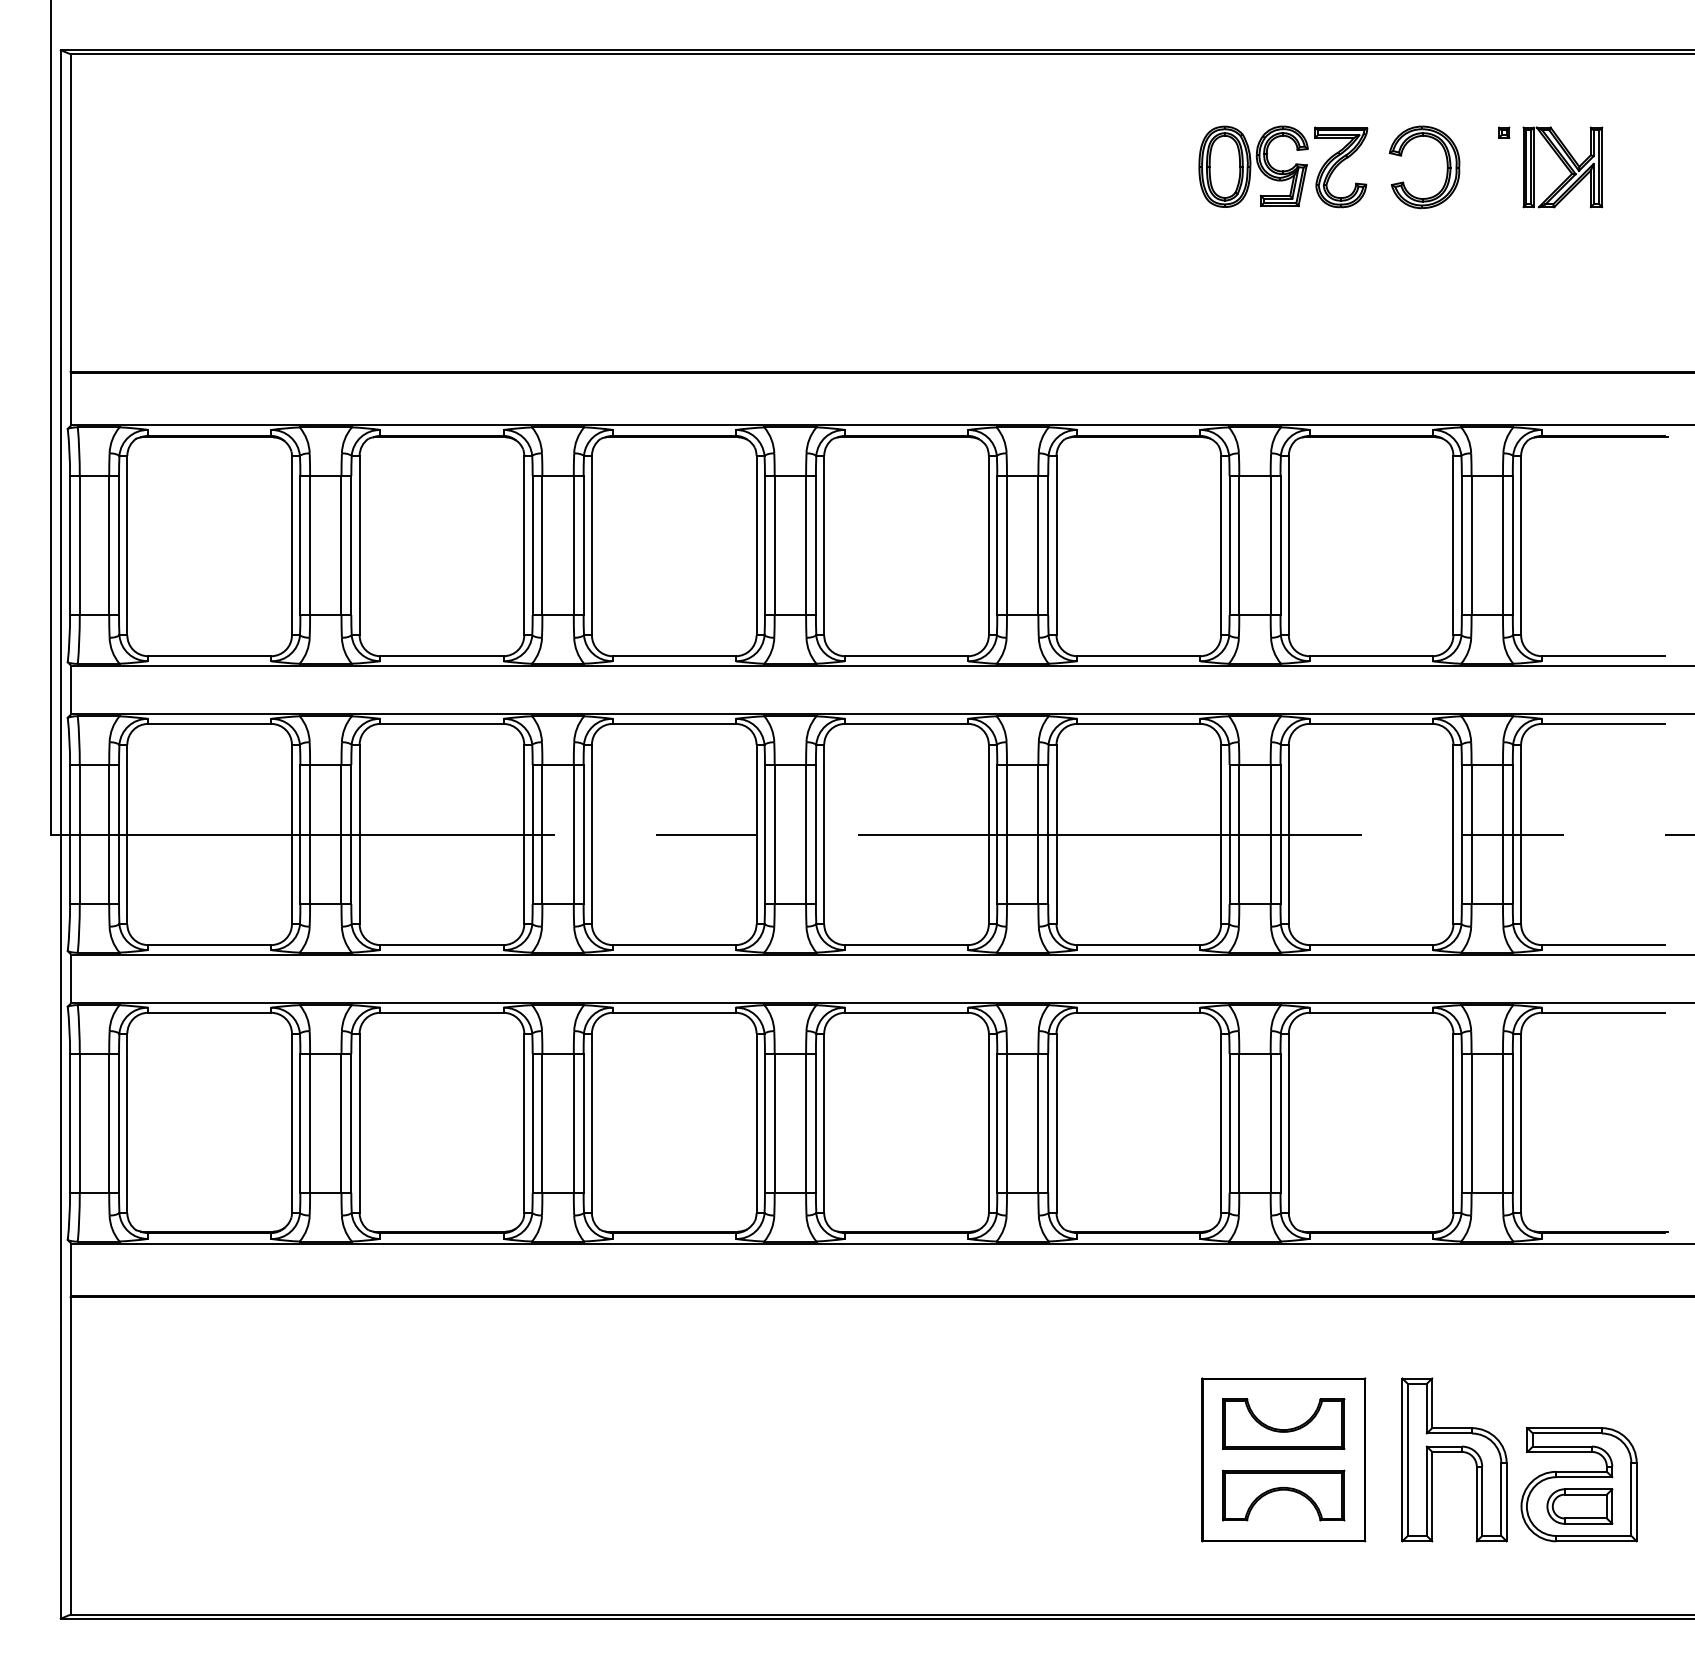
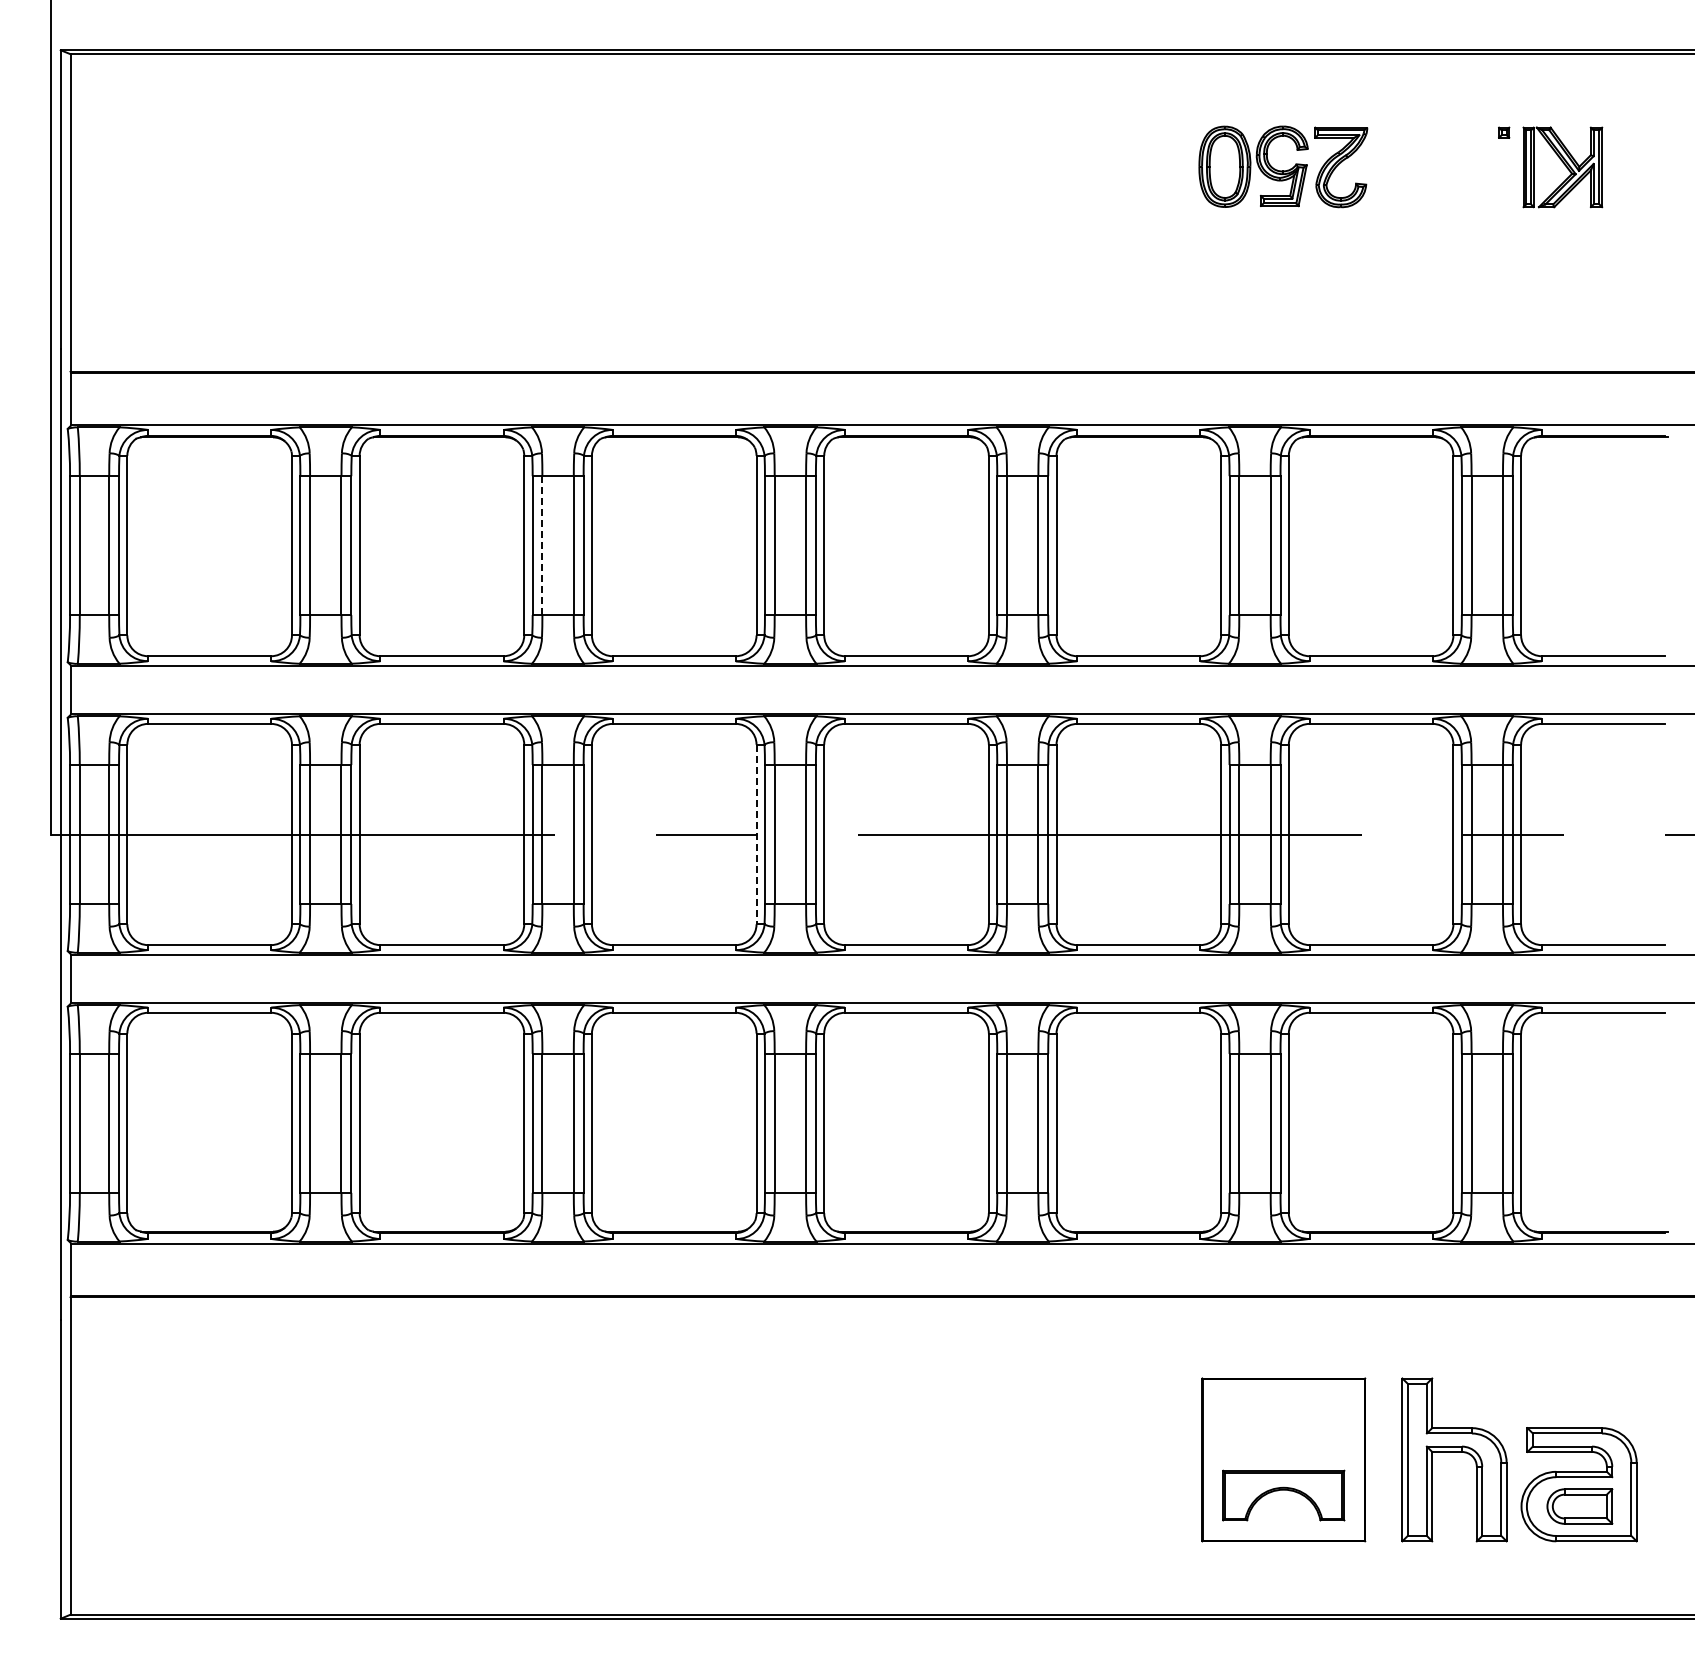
part at (1446, 166): present -> none
line at (542, 546): solid -> dashed
line at (756, 834): solid -> dashed
part at (1283, 1423): present -> none
